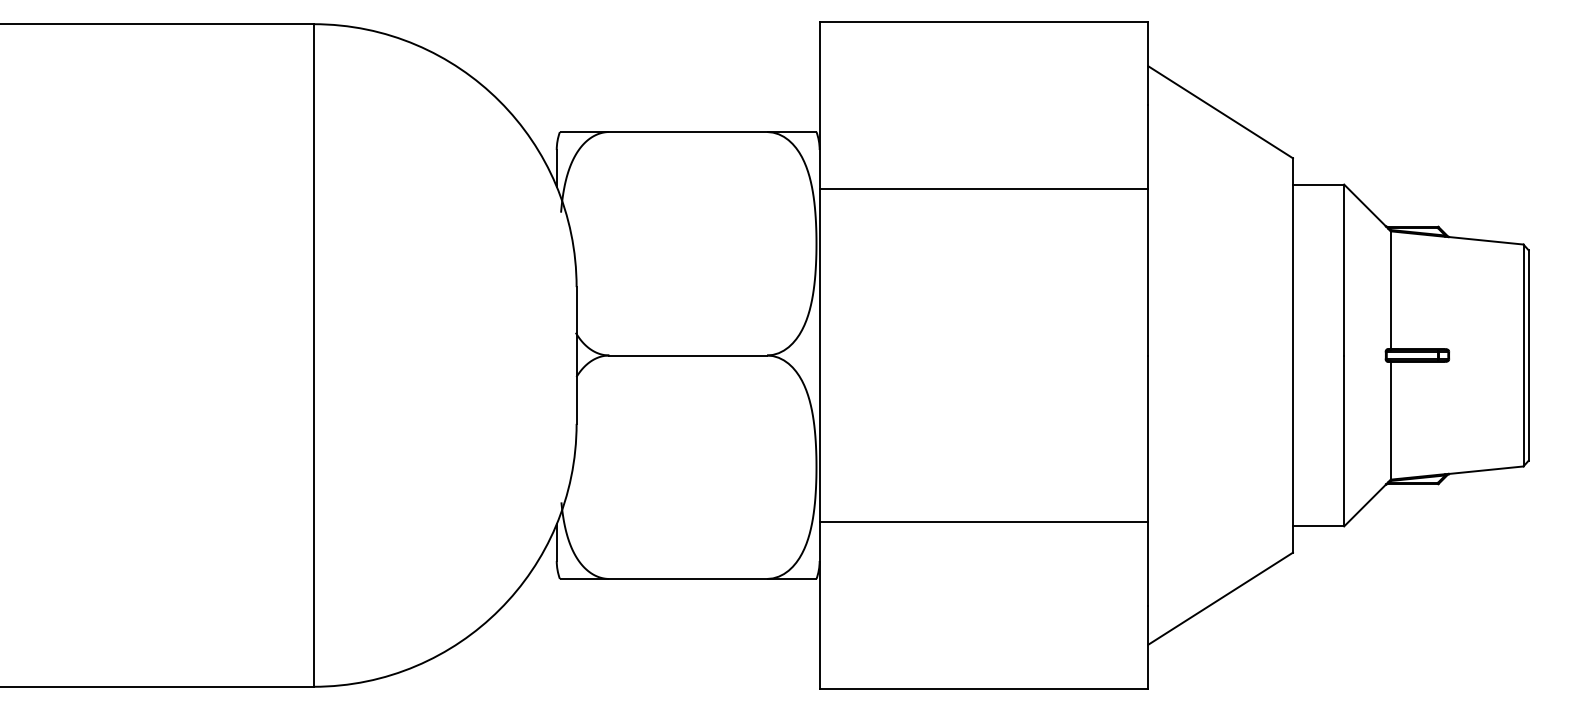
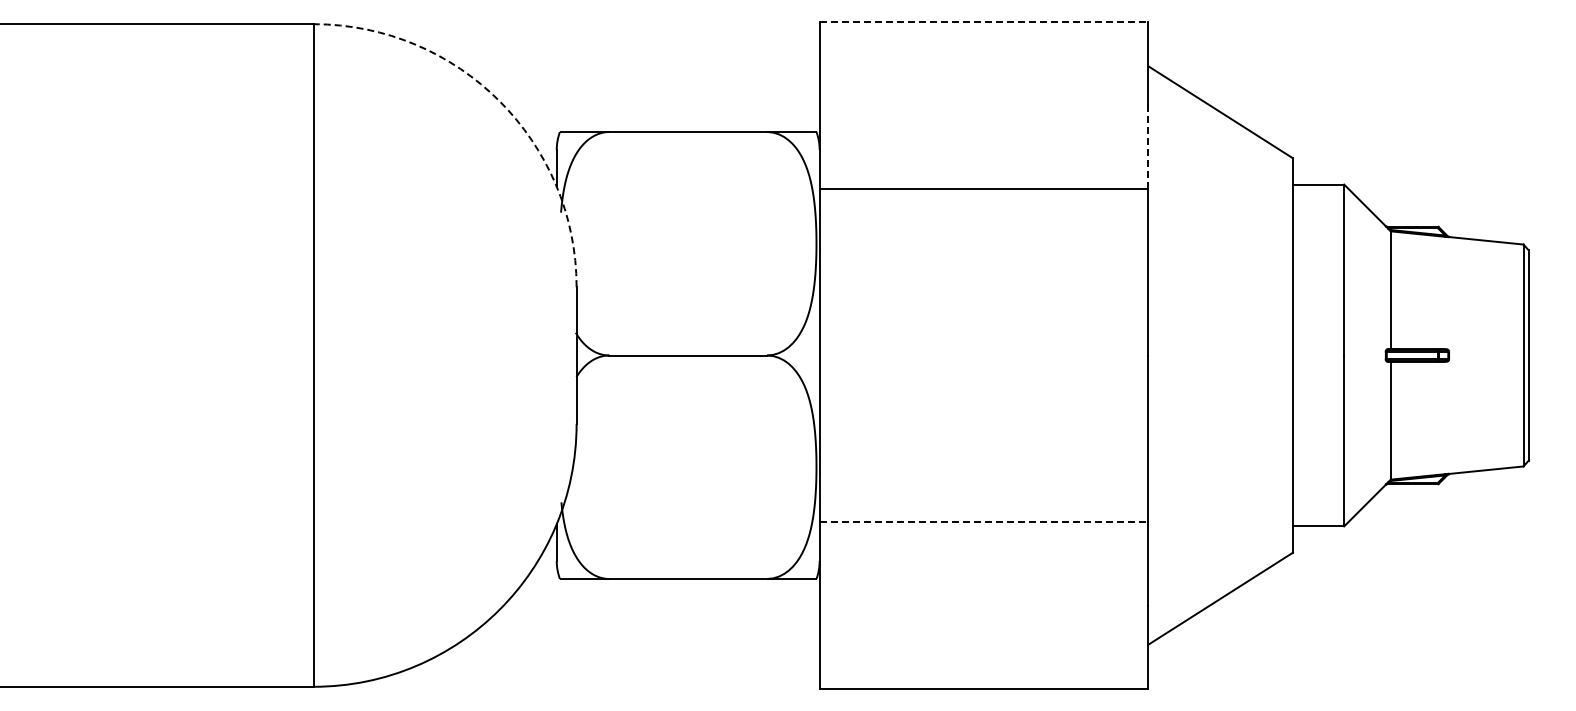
line at (984, 21): solid -> dashed
arc at (499, 101): solid -> dashed
line at (1148, 146): solid -> dashed
line at (984, 522): solid -> dashed
